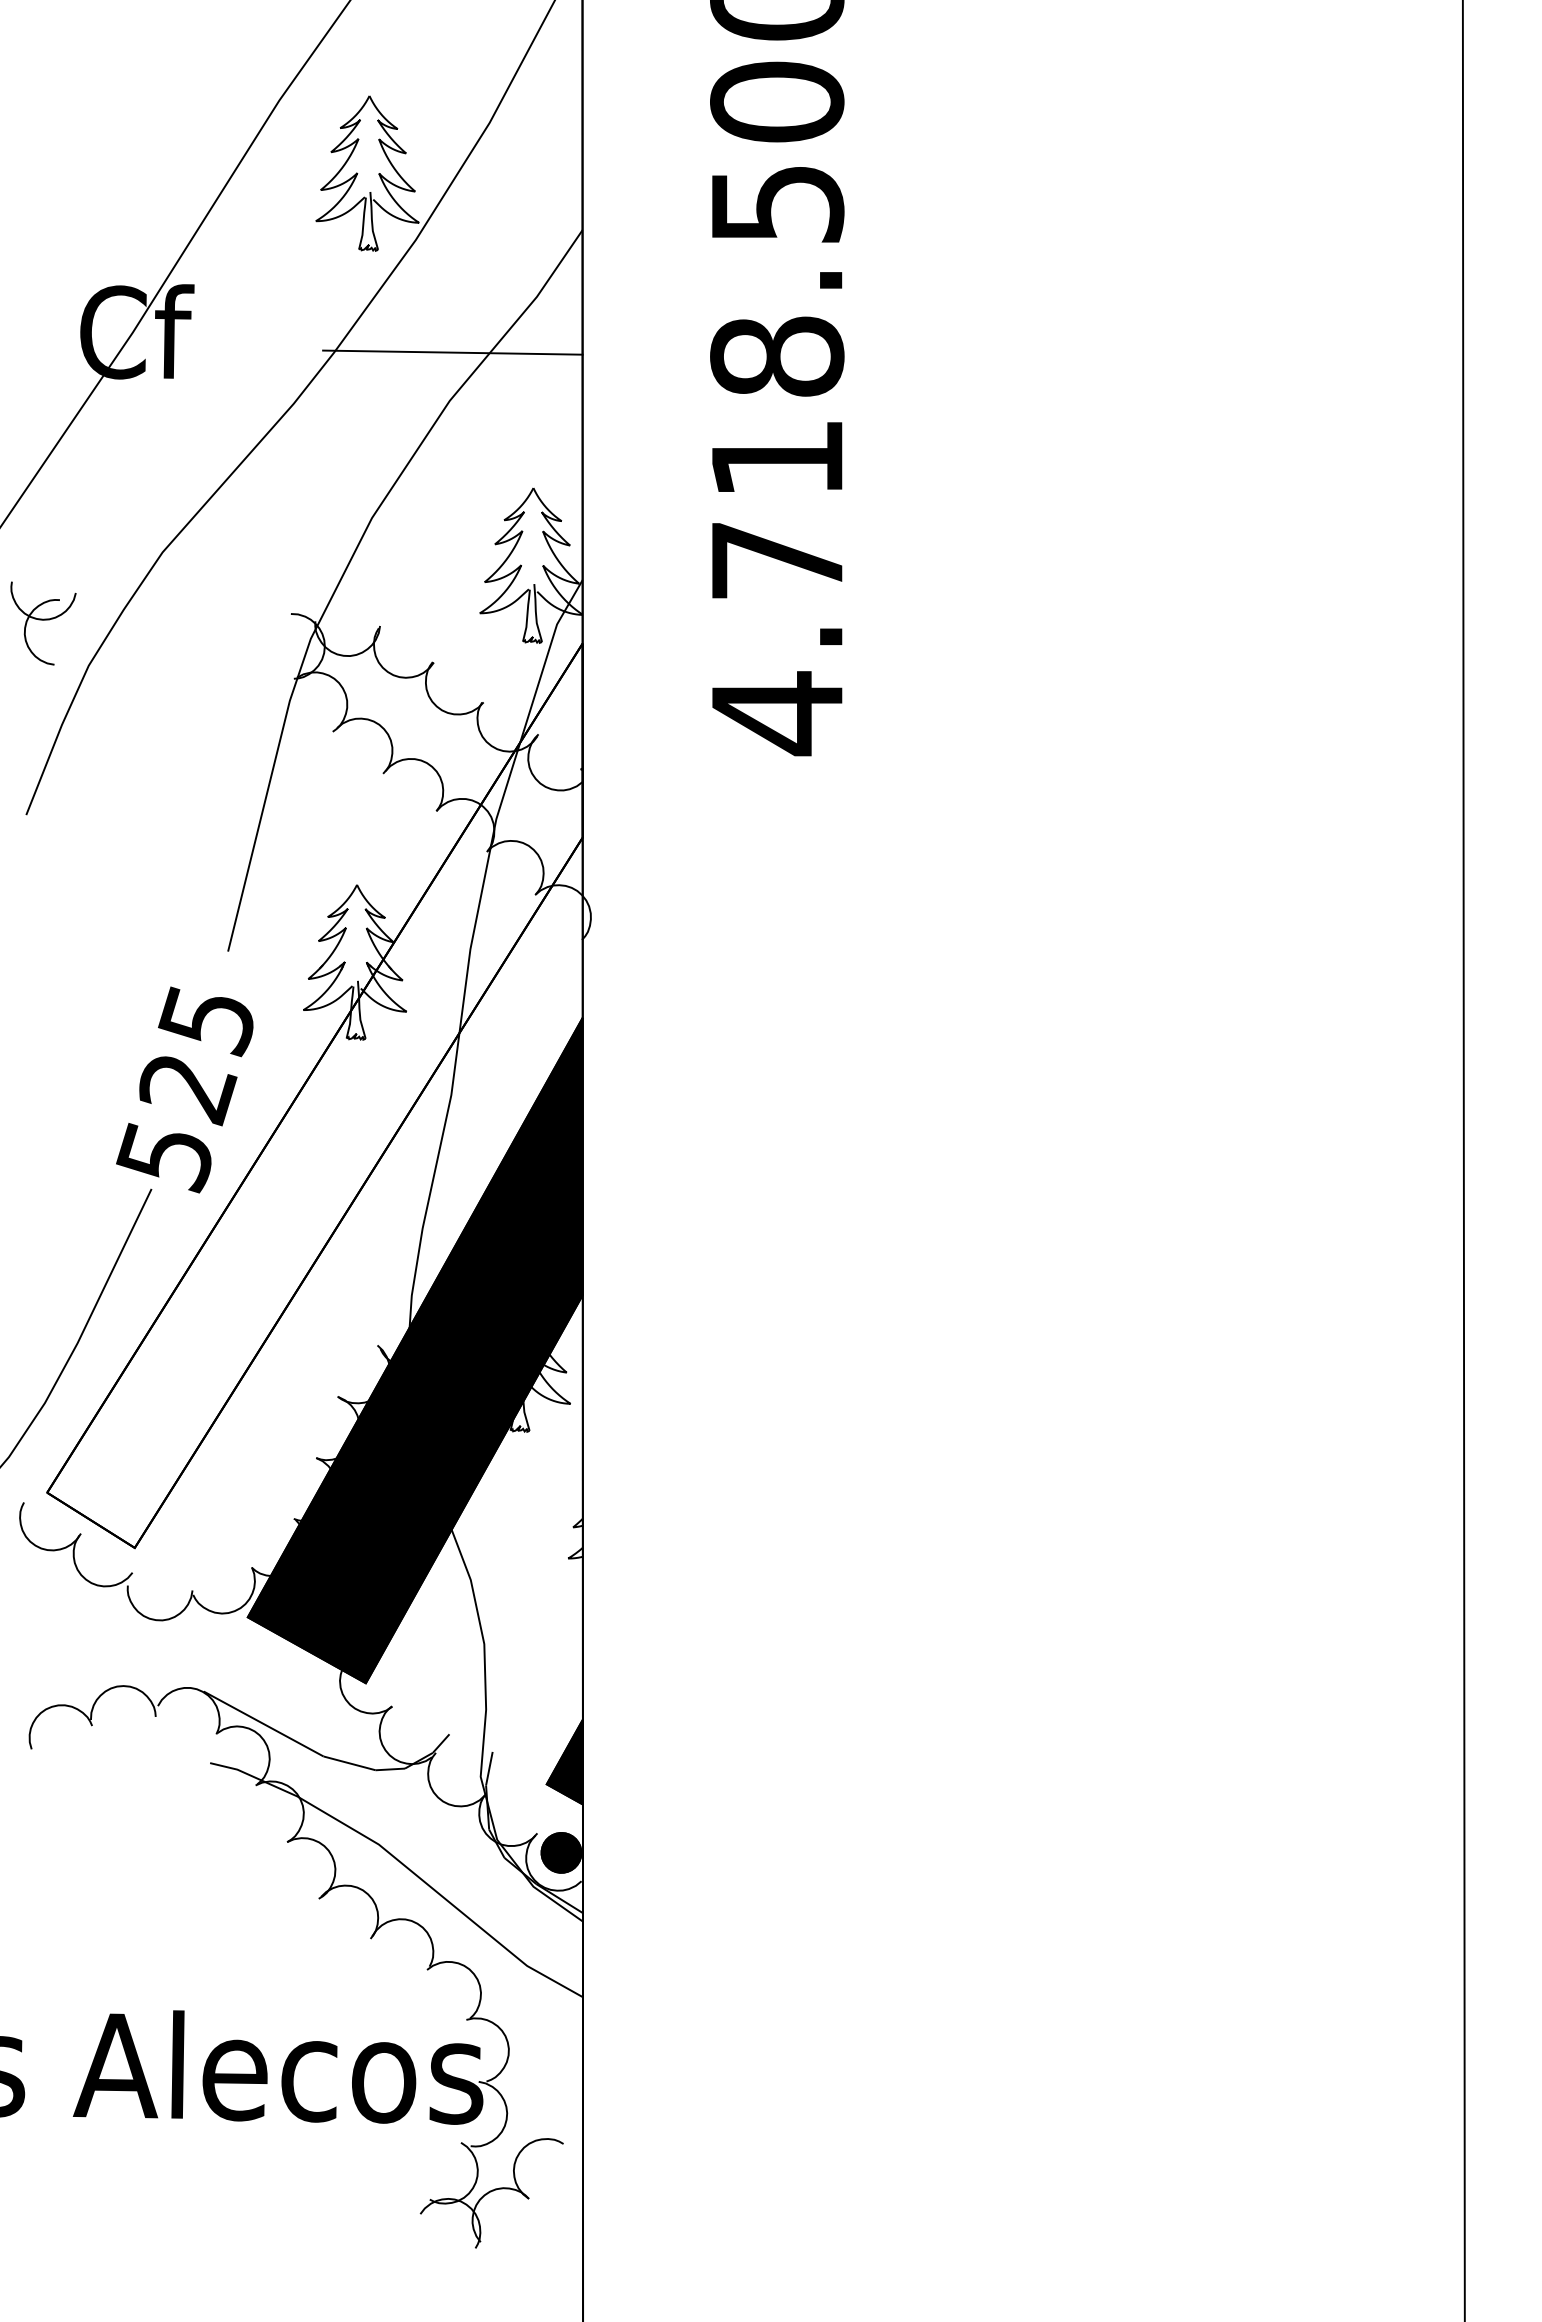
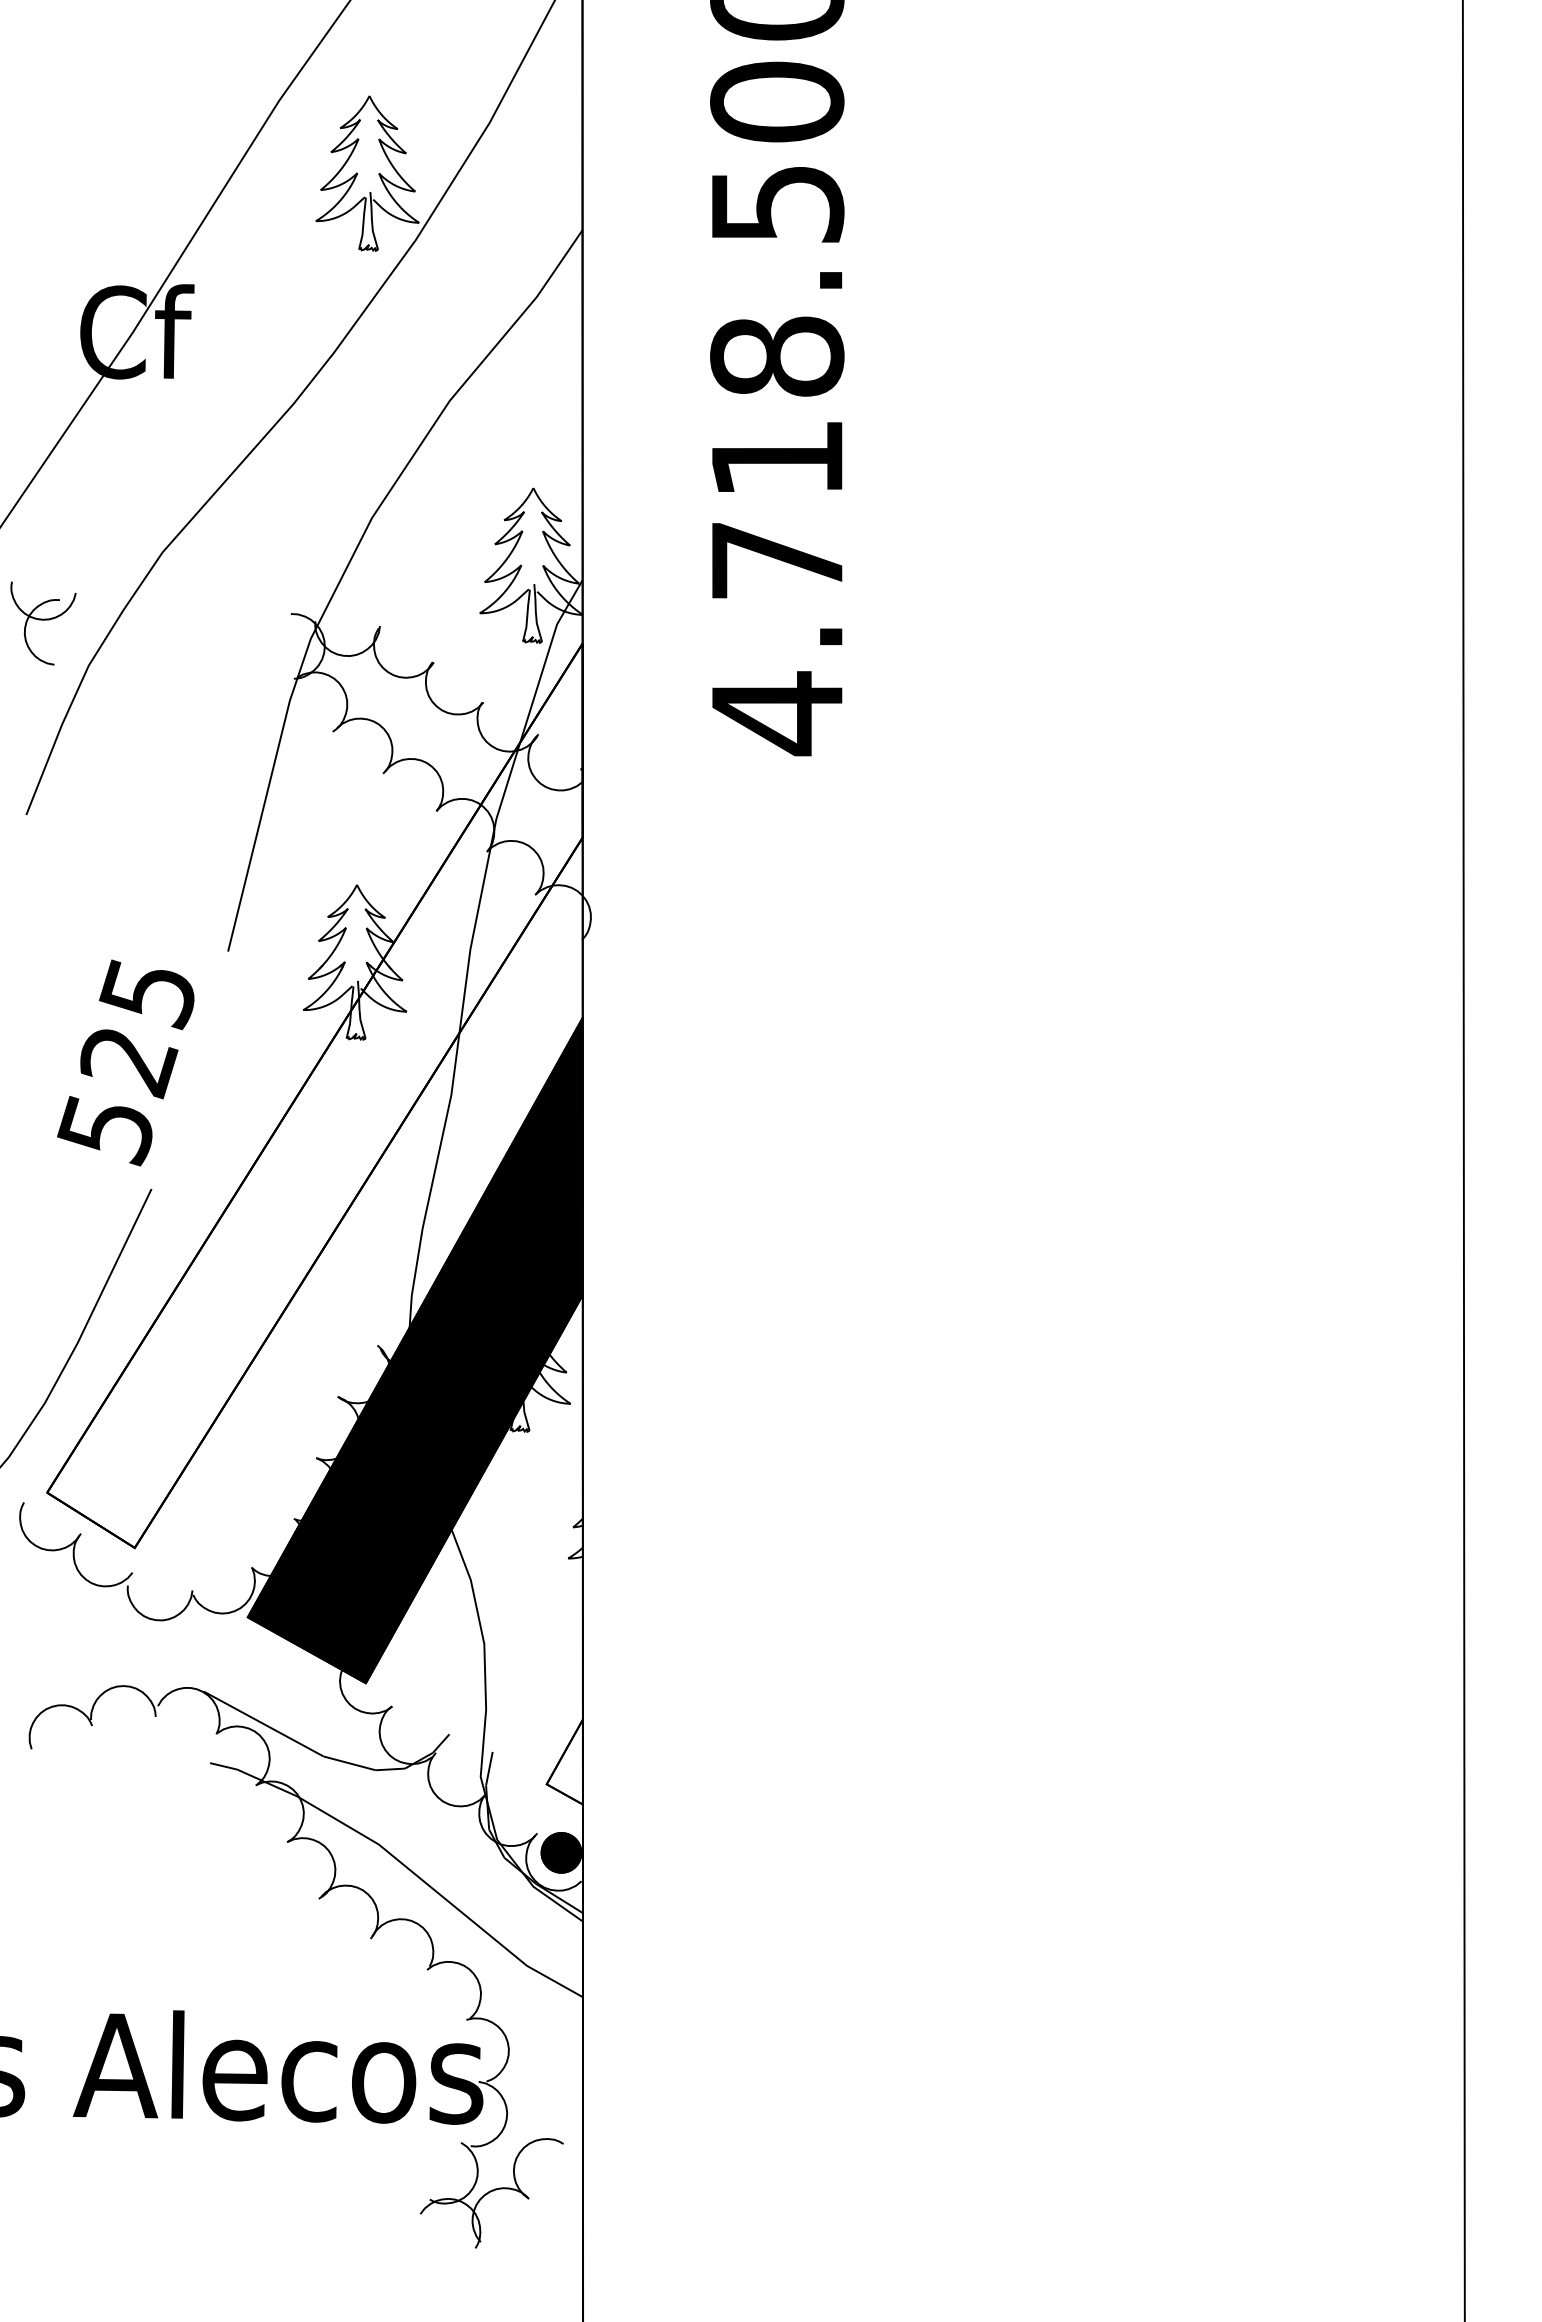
line at (452, 352): present -> none
text at (184, 1089) position: (184, 1089) -> (125, 1062)
fill at (564, 1761): present -> none
